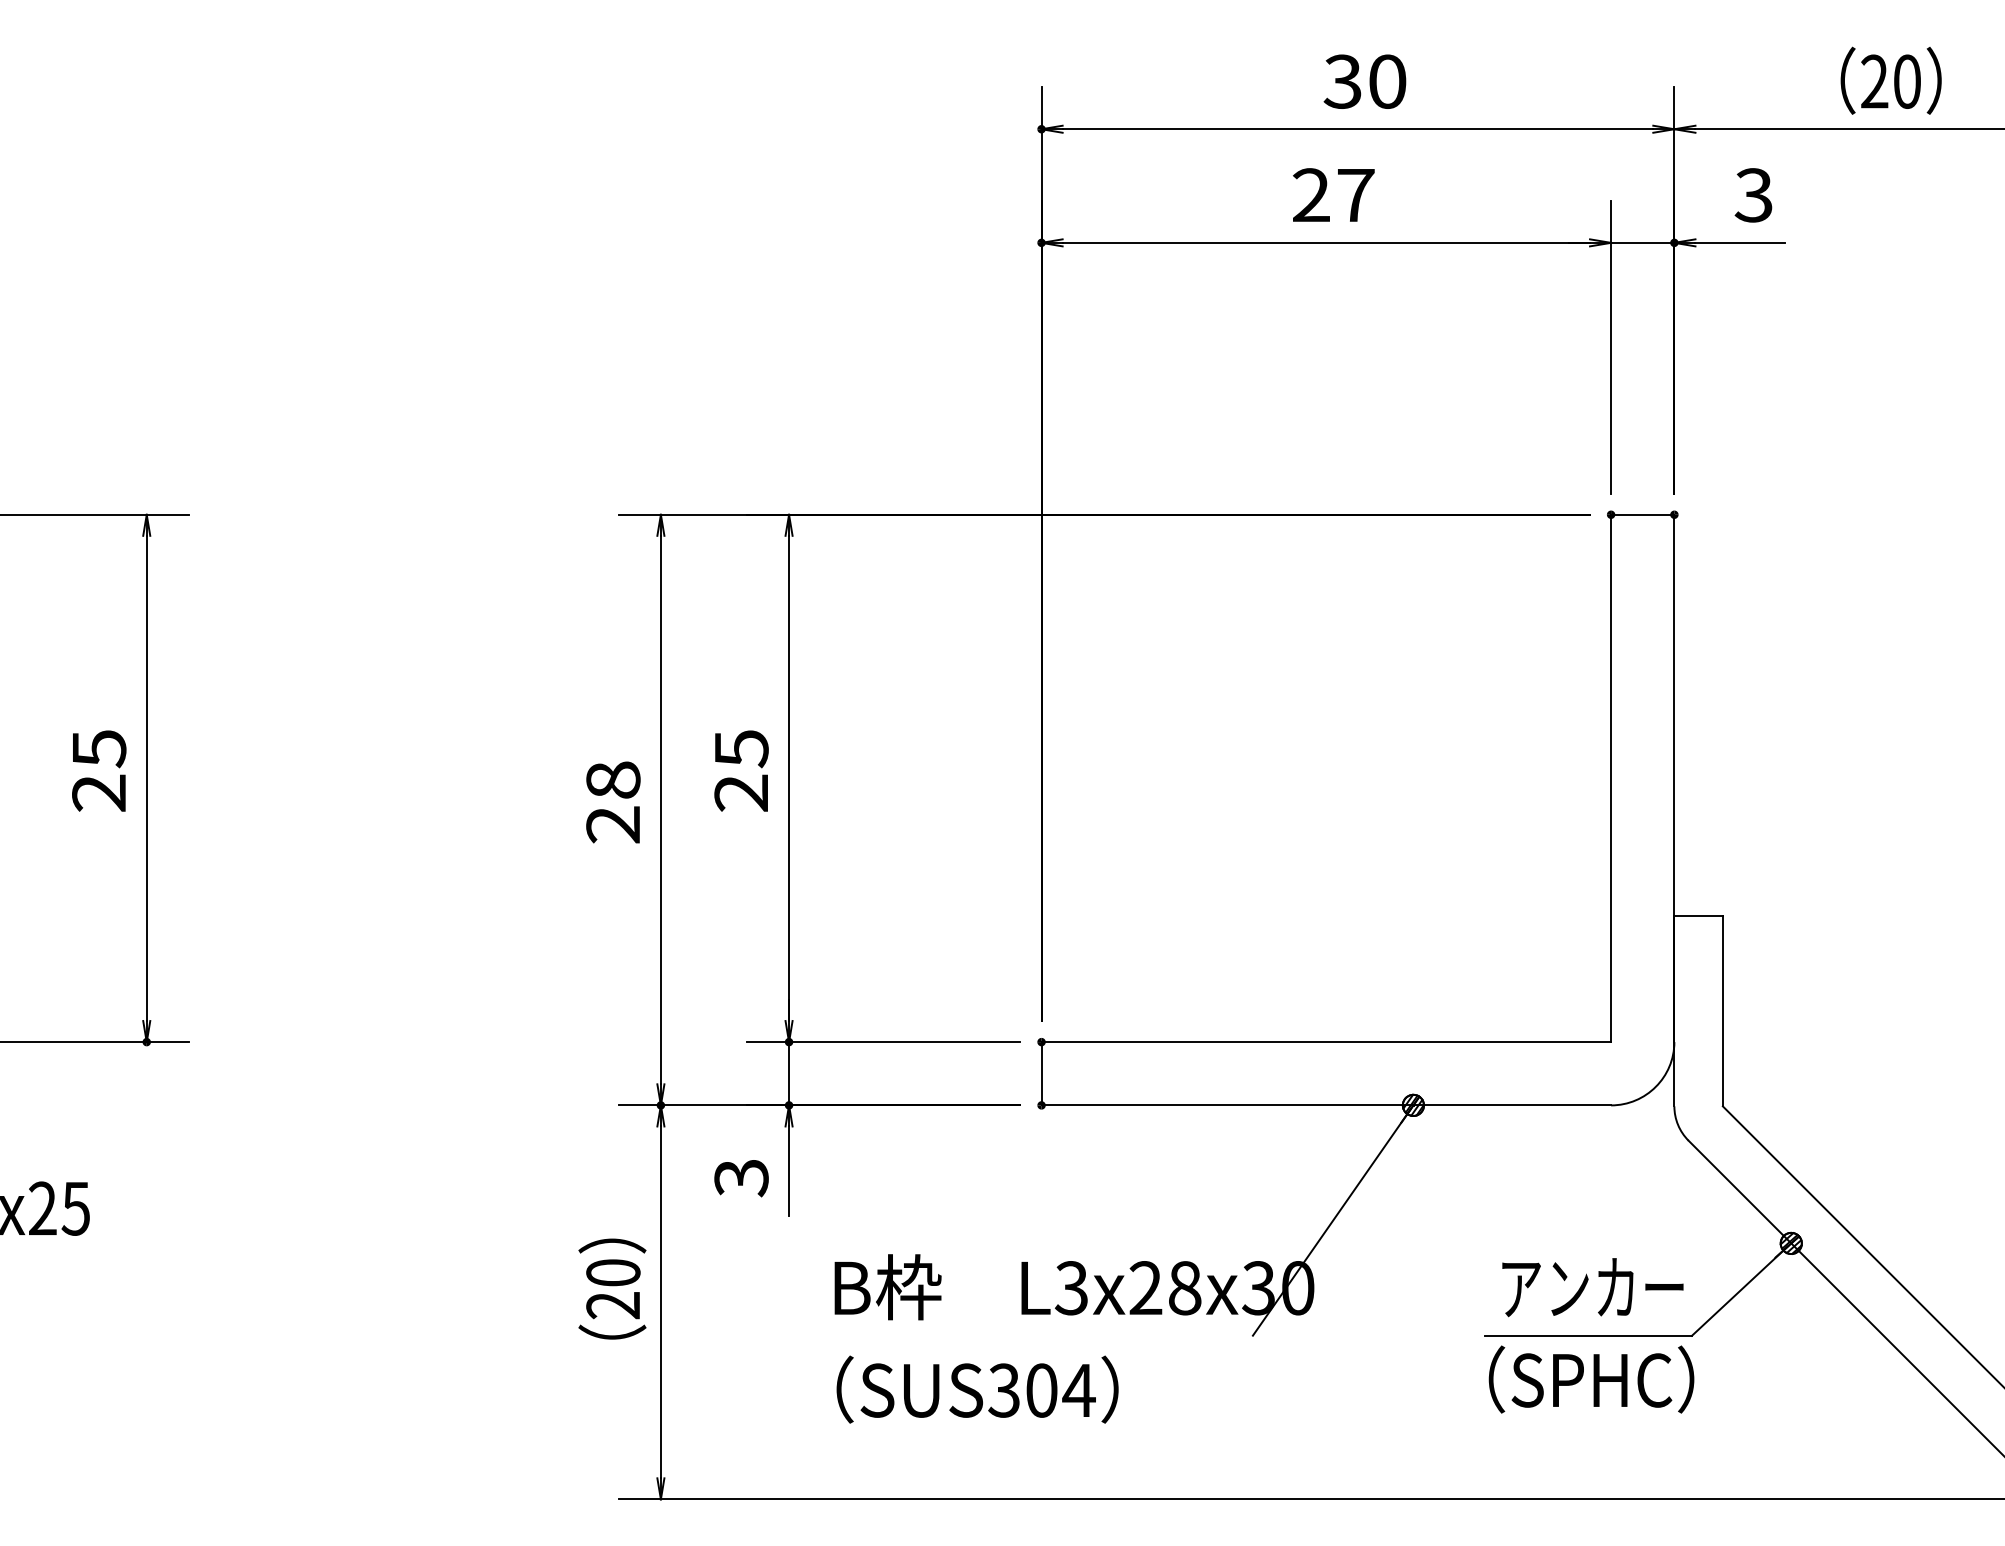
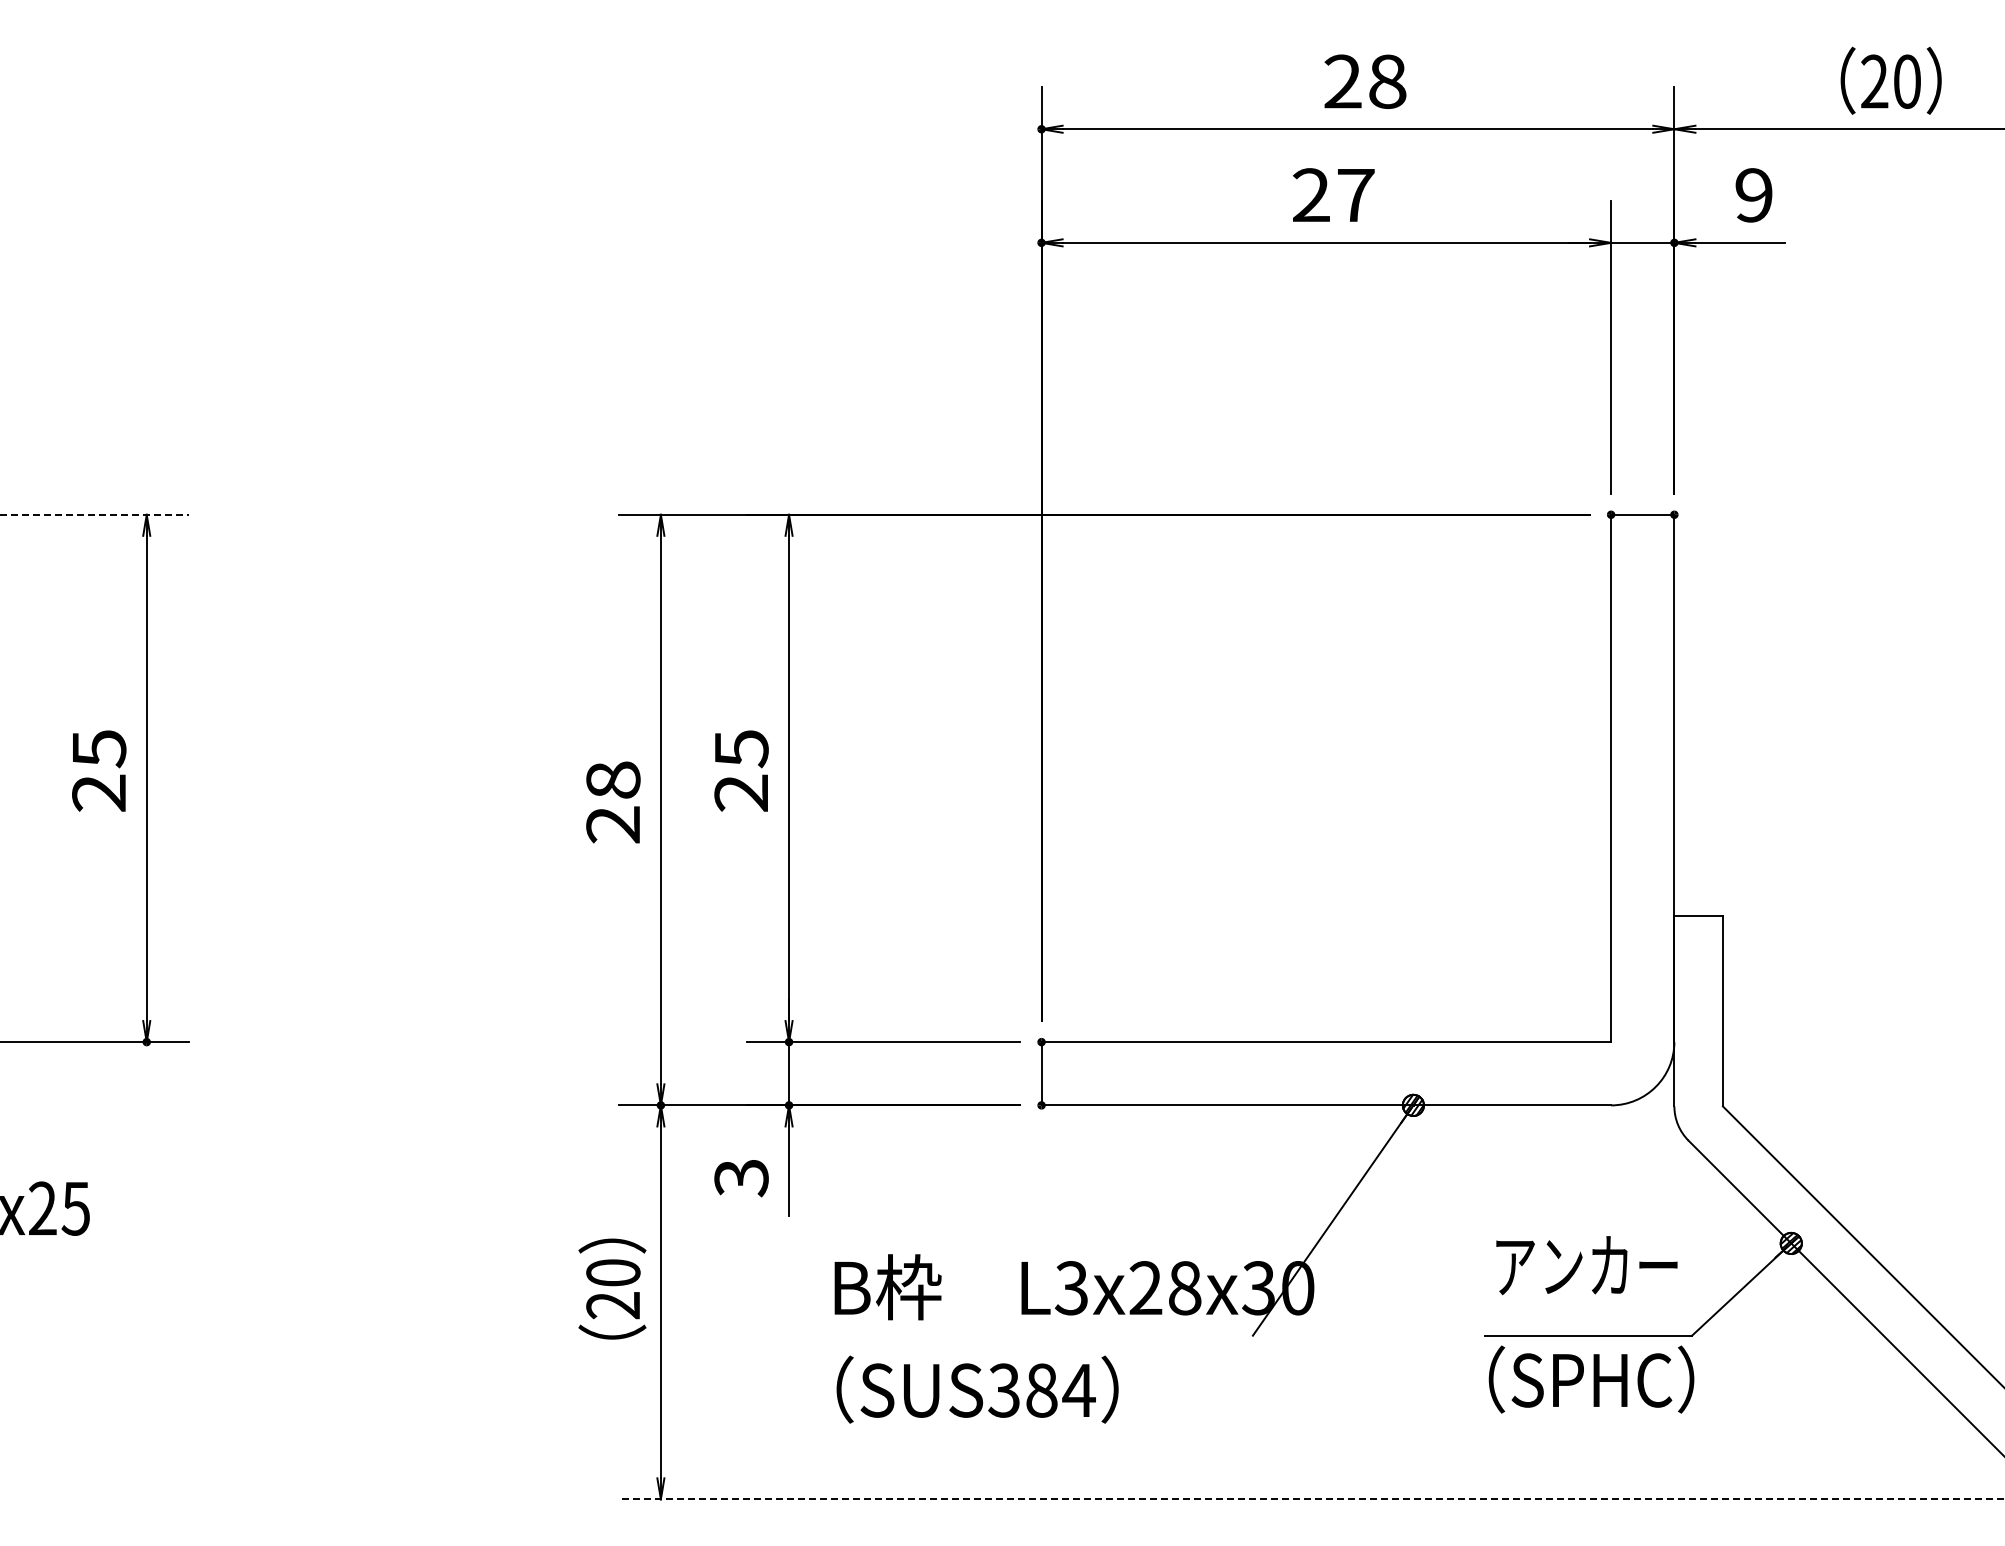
text at (1364, 81): 30 -> 28
text at (1753, 195): 3 -> 9
line at (95, 514): solid -> dashed
text at (1592, 1287) position: (1592, 1287) -> (1586, 1265)
text at (1041, 1390): SUS304 -> SUS384
line at (1311, 1499): solid -> dashed
